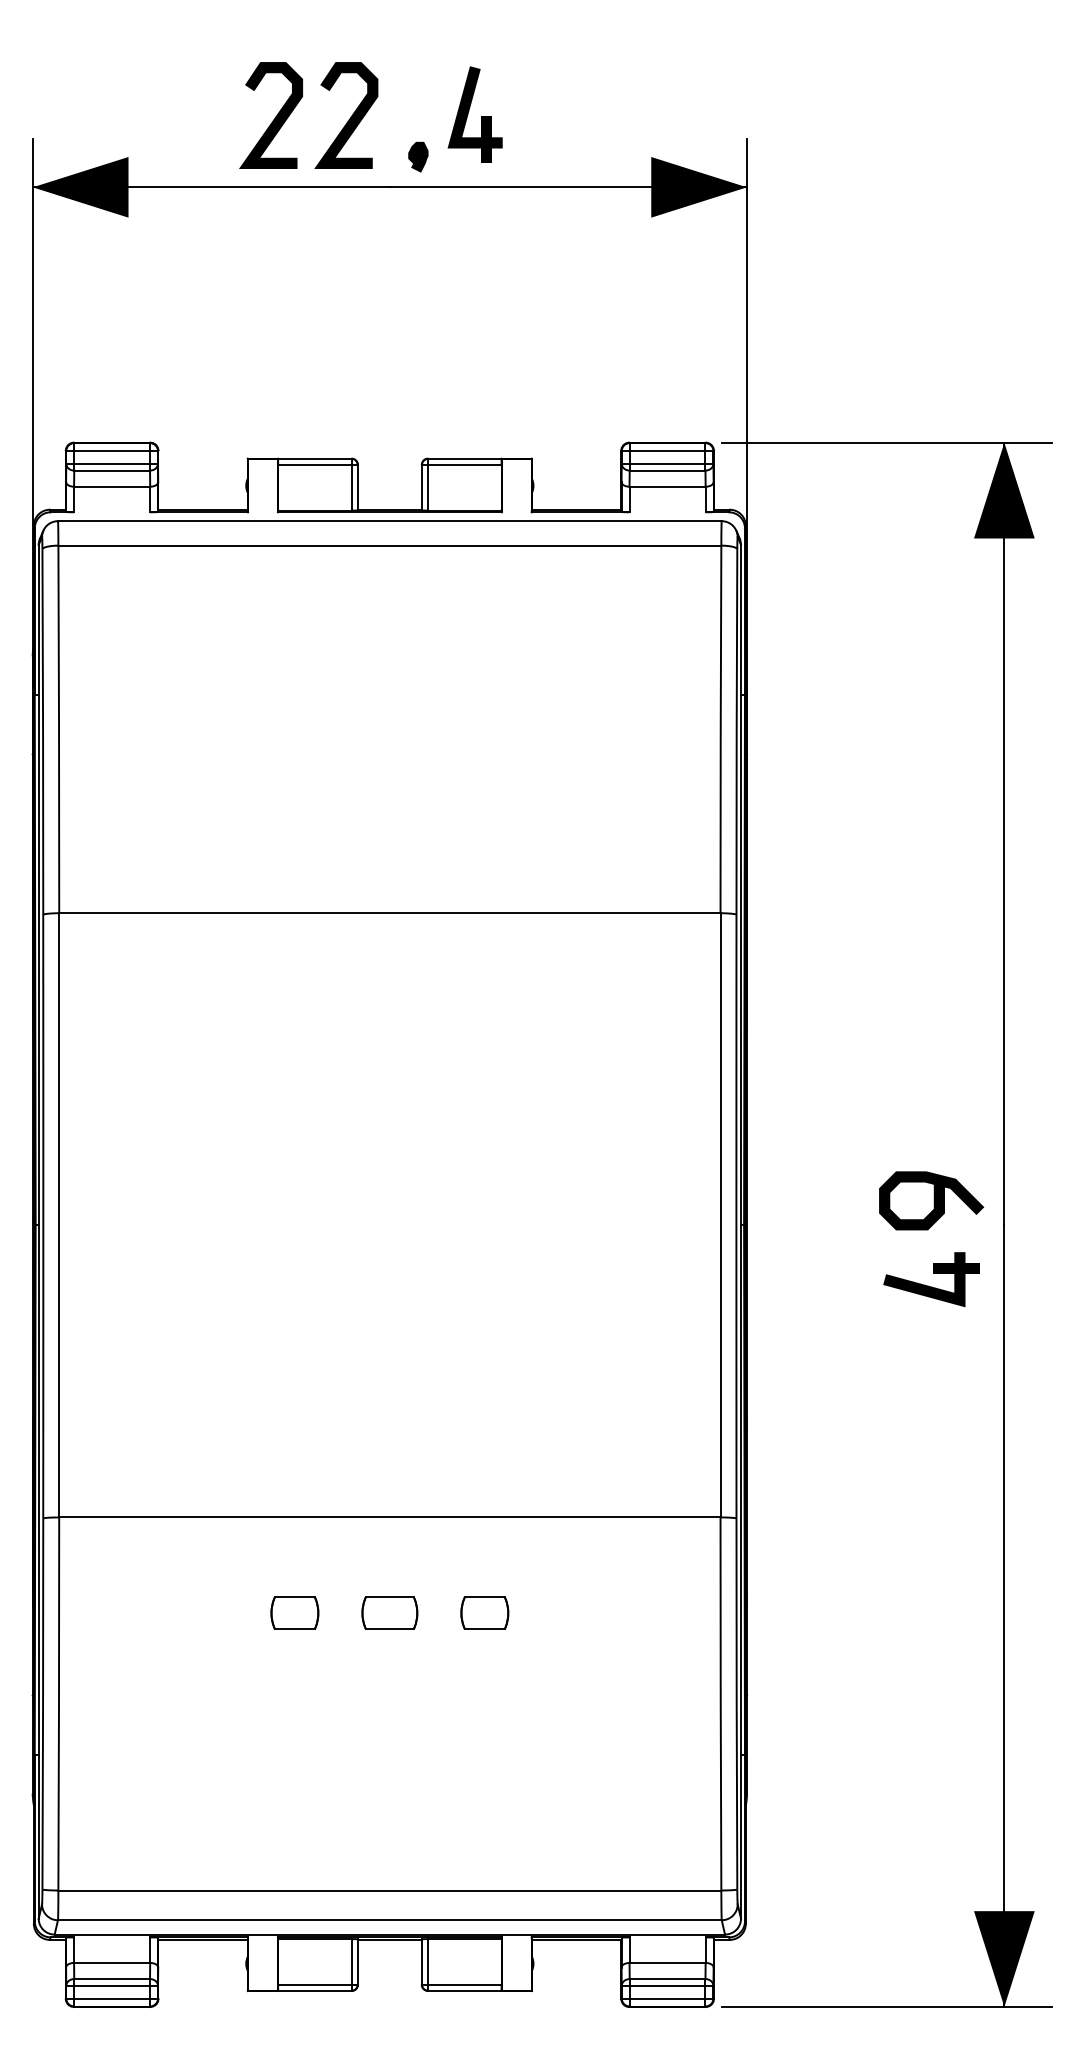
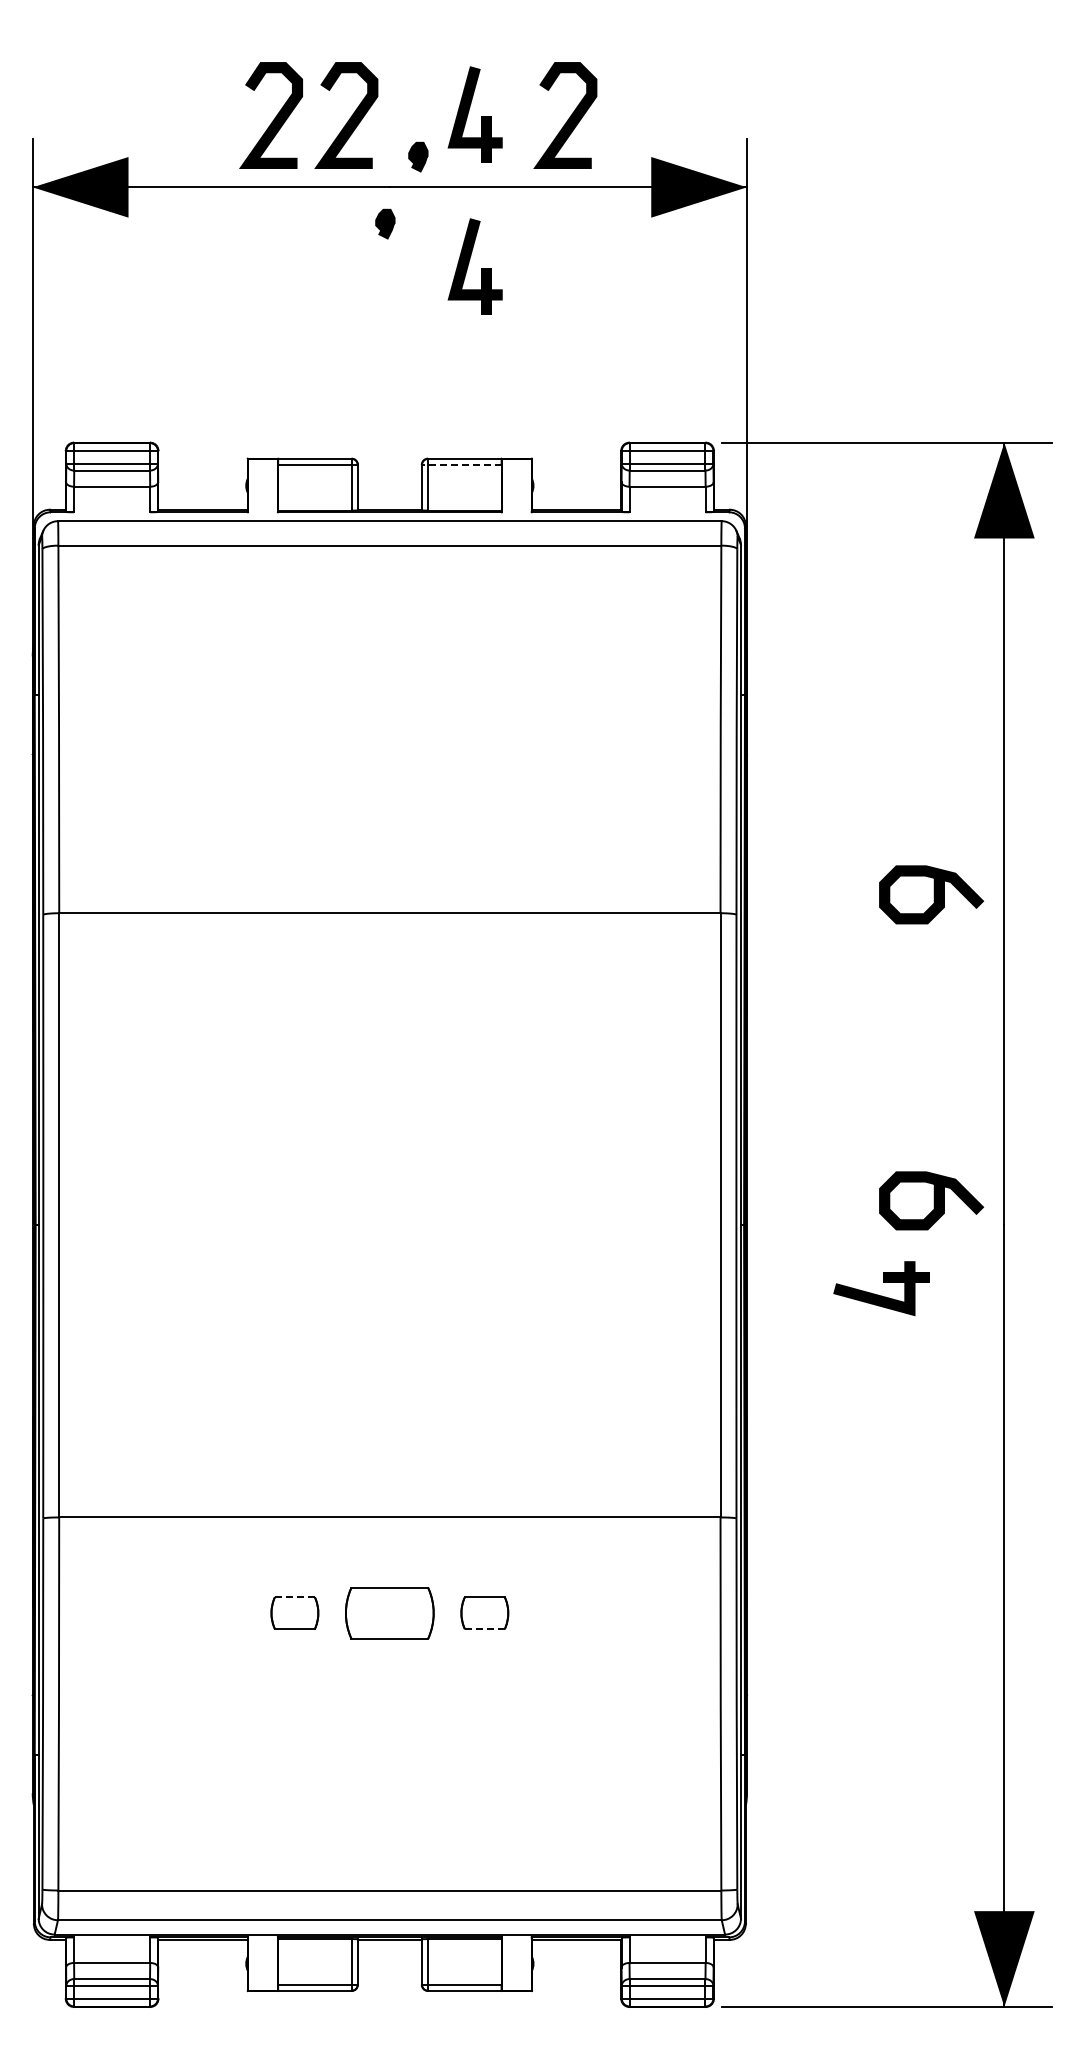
curve at (569, 116): none -> present
part at (385, 223): none -> present
part at (474, 266): none -> present
line at (461, 465): solid -> dashed
curve at (933, 894): none -> present
part at (933, 1273) position: (933, 1273) -> (883, 1282)
line at (294, 1597): solid -> dashed
part at (389, 1612) size: 58x34 px -> 90x53 px
line at (484, 1629): solid -> dashed
